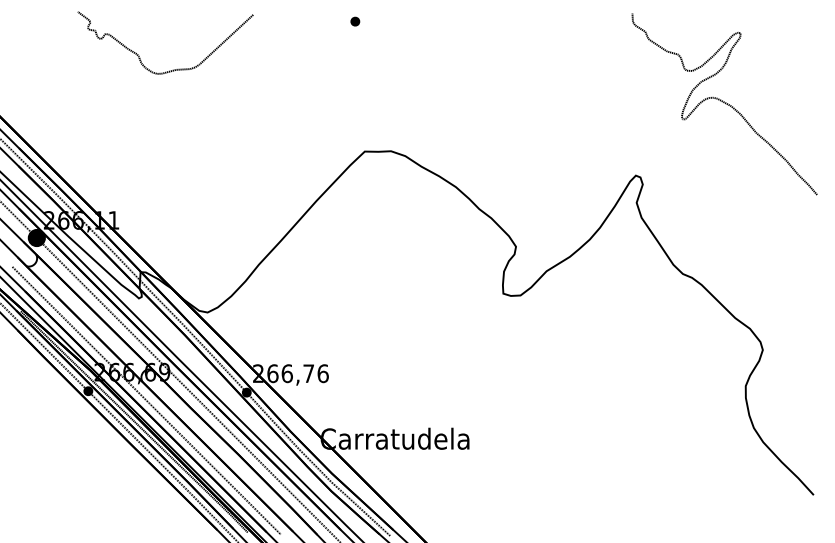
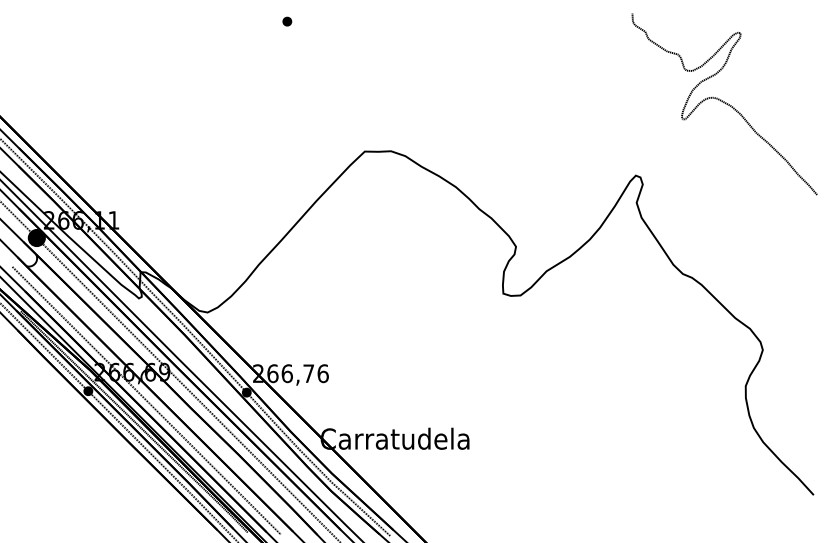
part at (355, 21) position: (355, 21) -> (287, 21)
curve at (173, 69): present -> none
